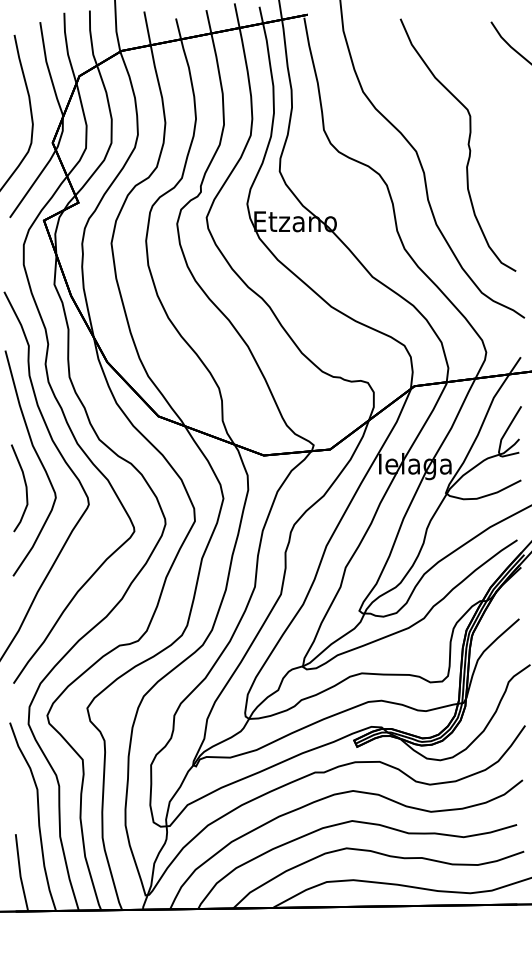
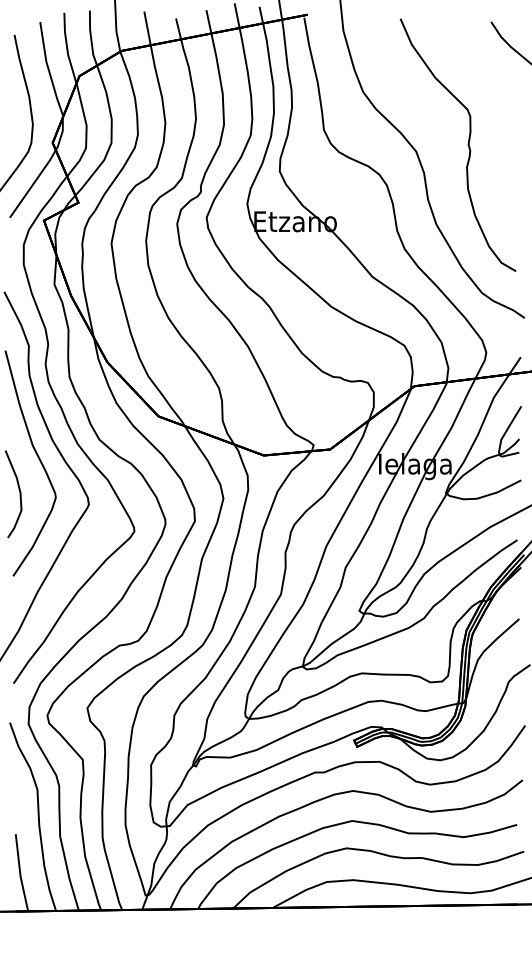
part at (19, 488) position: (19, 488) -> (13, 494)
